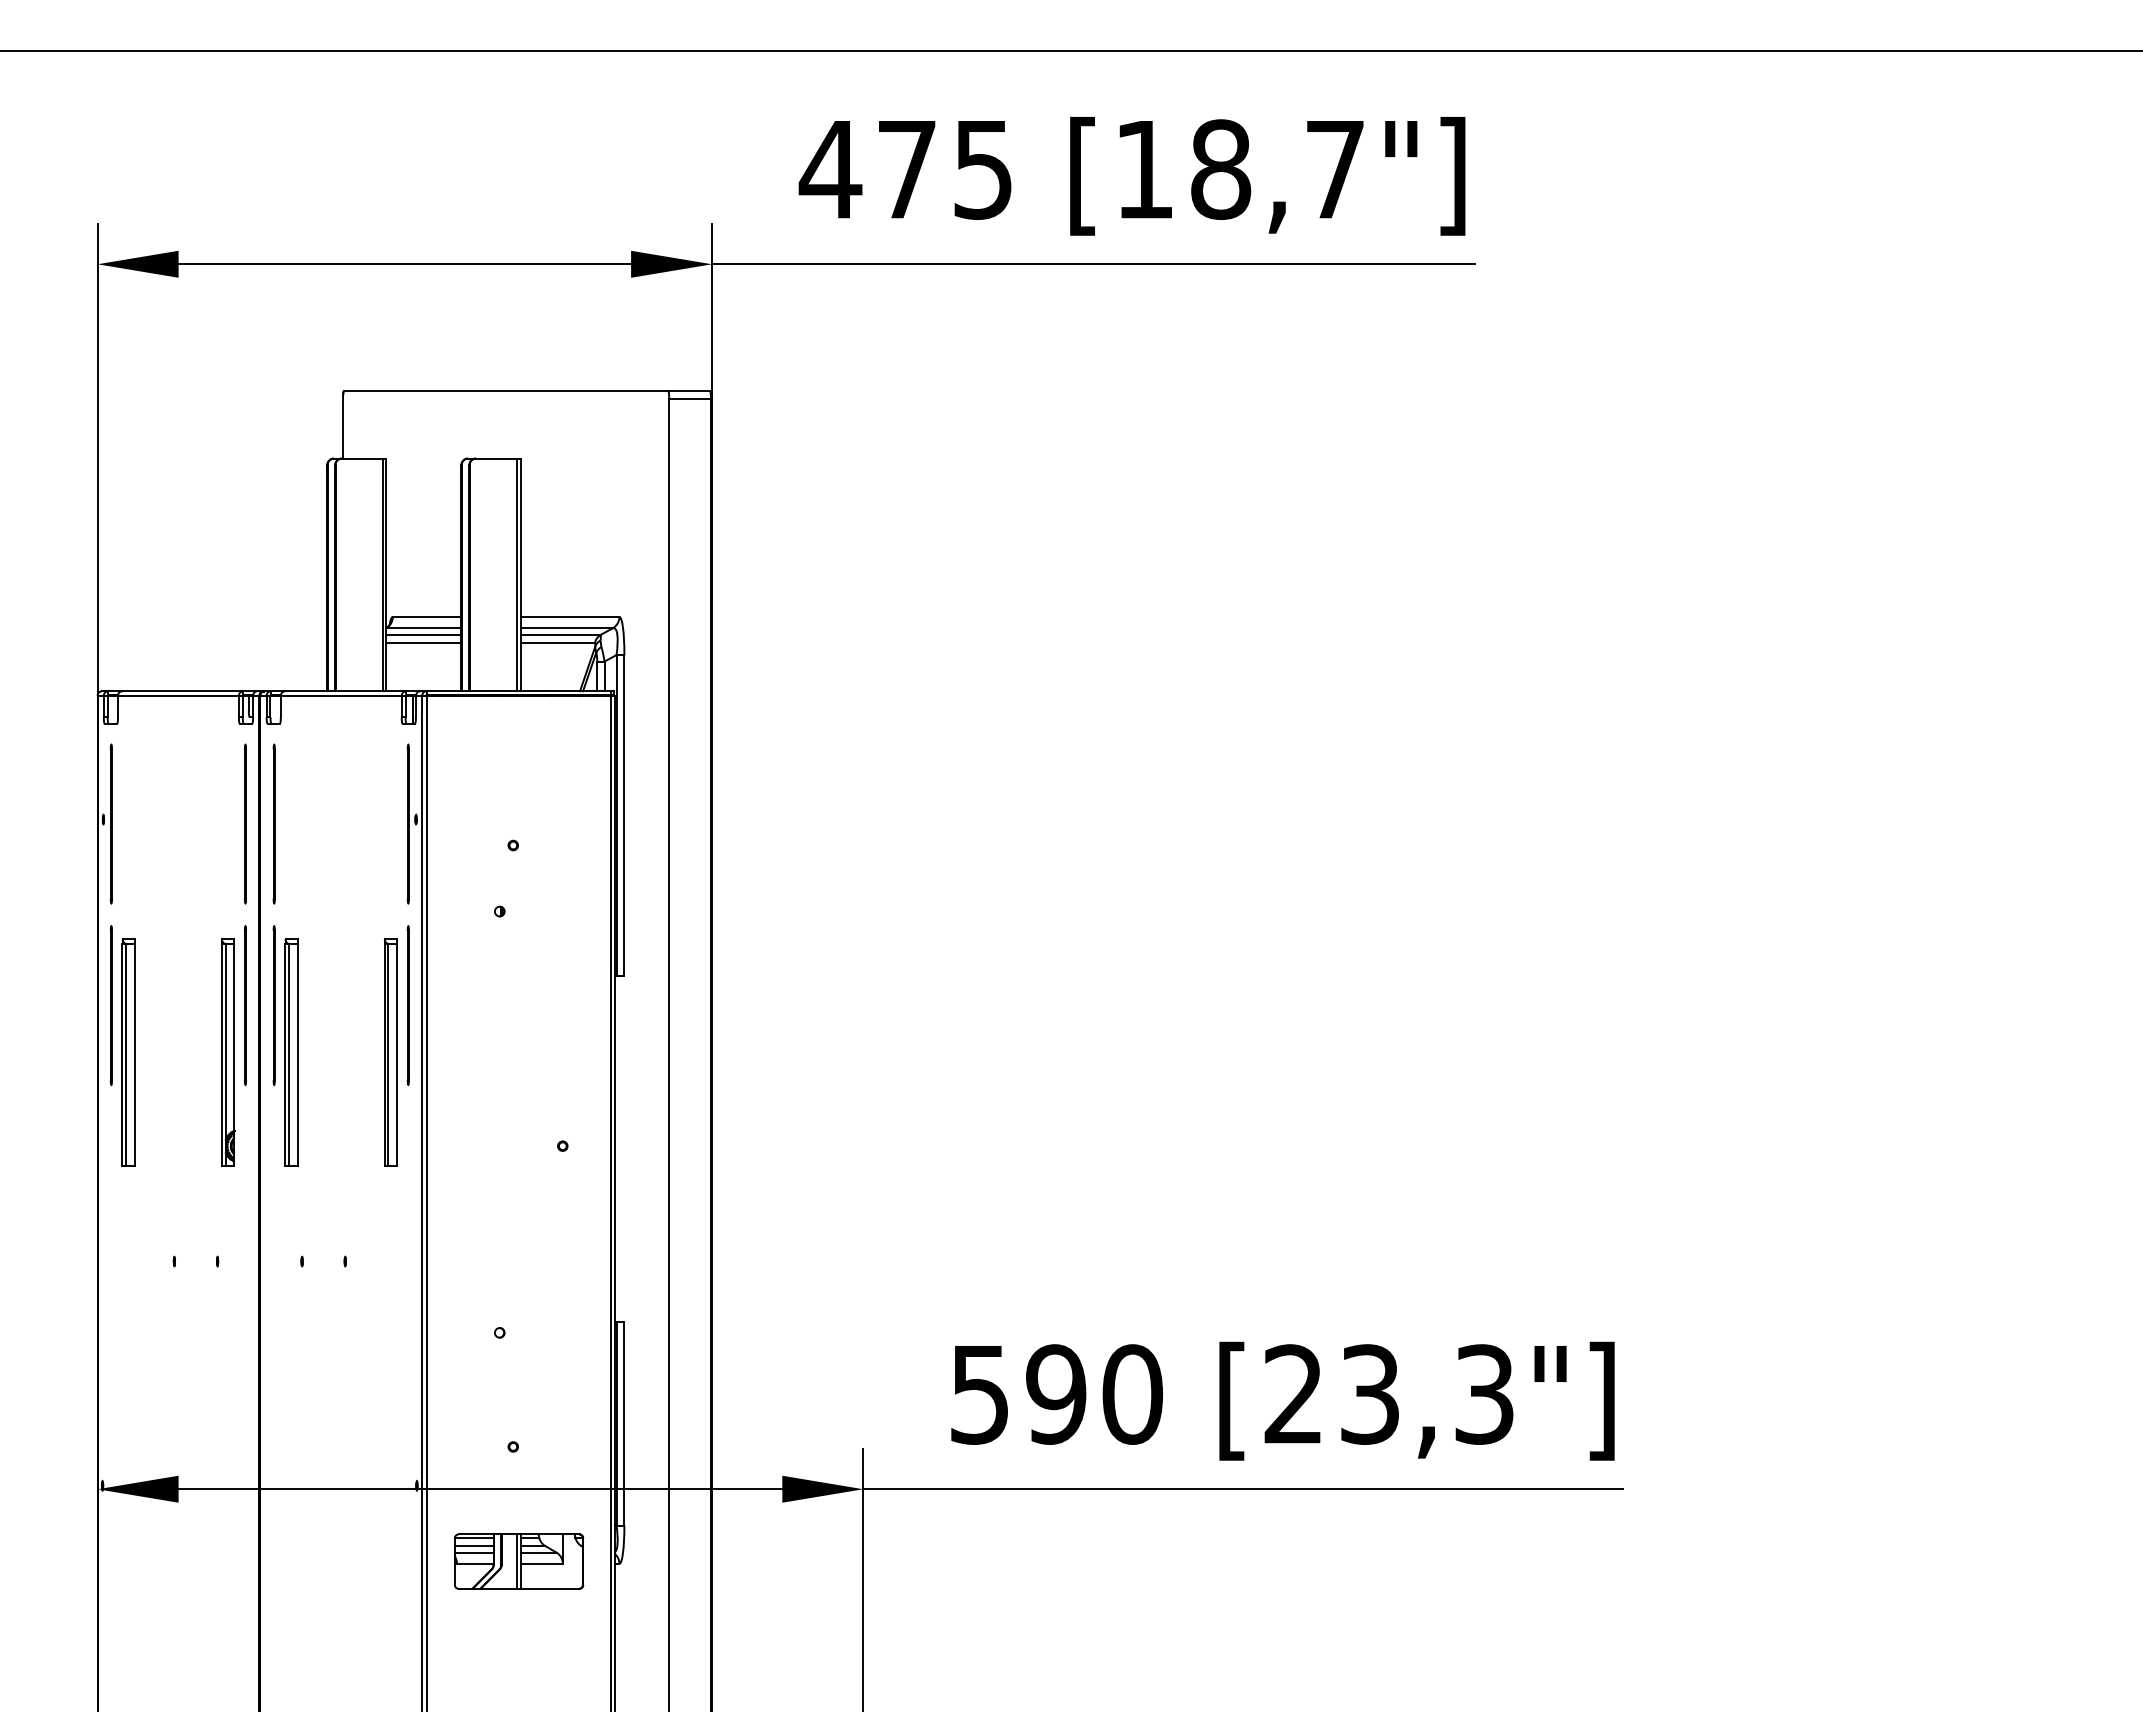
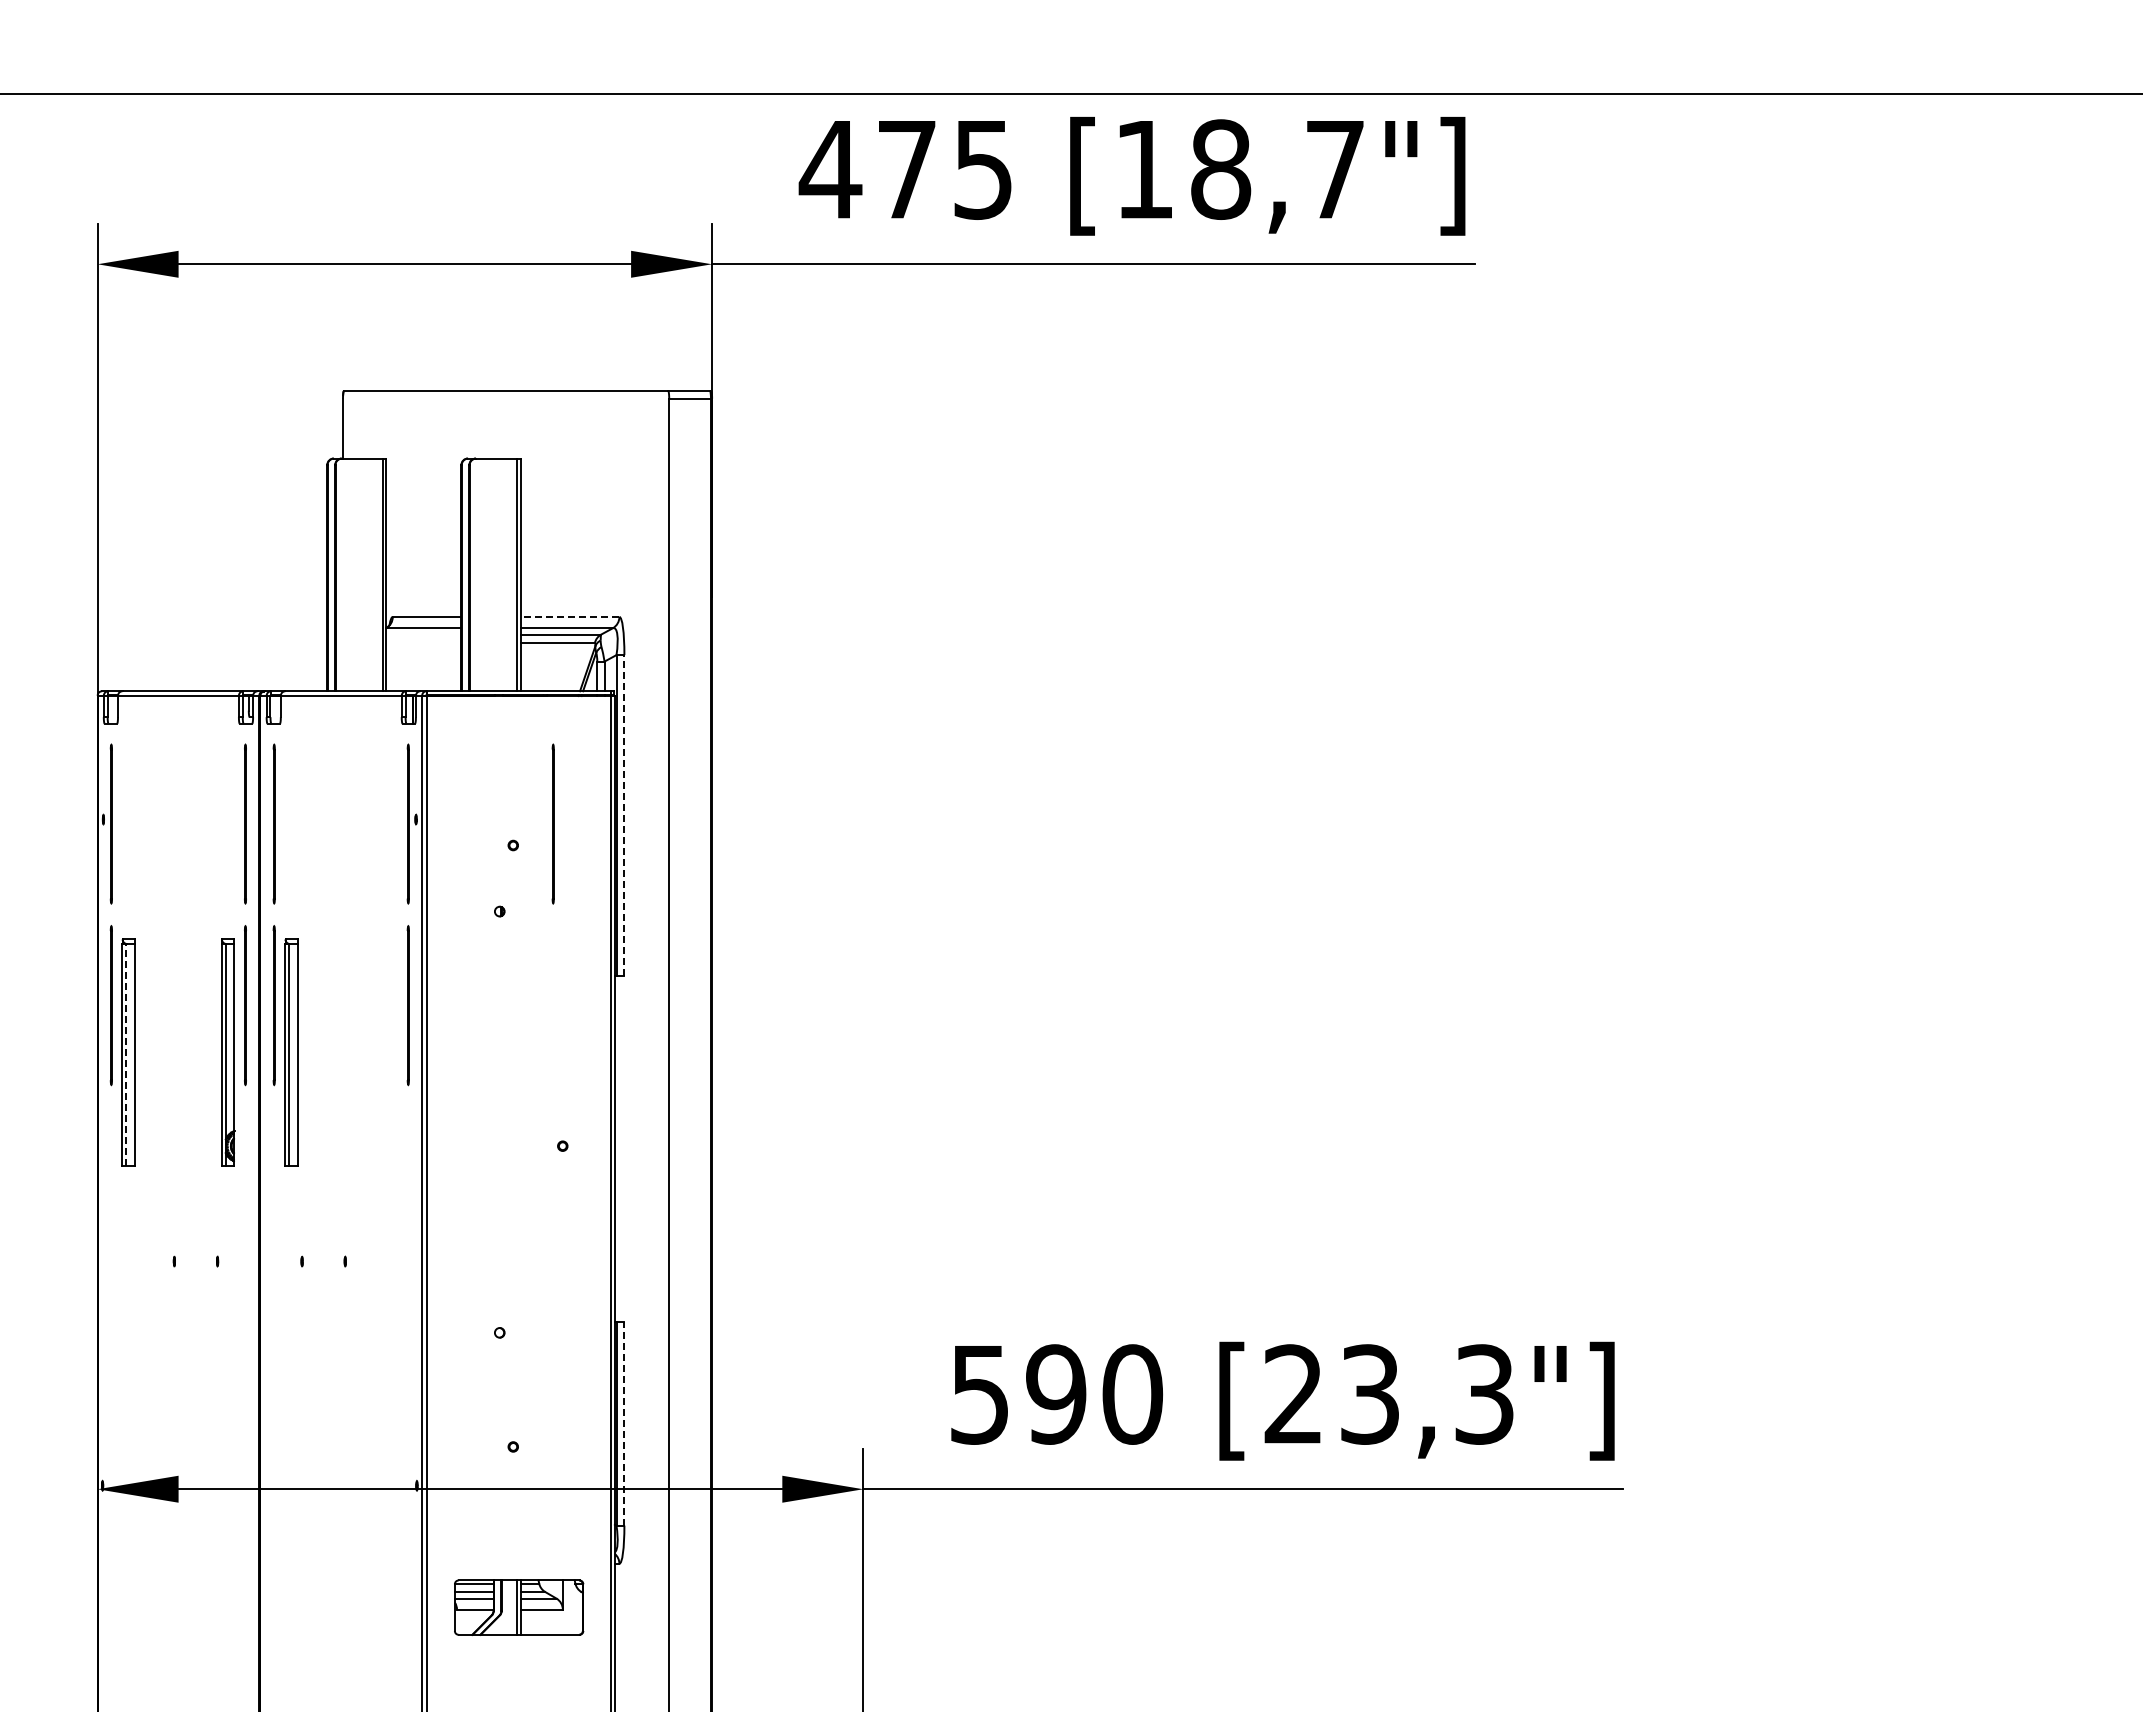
line at (1070, 51) position: (1070, 51) -> (1070, 94)
line at (569, 616): solid -> dashed
line at (423, 634): present -> none
line at (423, 643): present -> none
line at (624, 815): solid -> dashed
line at (552, 823): none -> present
part at (390, 1052): present -> none
line at (126, 1054): solid -> dashed
line at (624, 1423): solid -> dashed
part at (519, 1561) position: (519, 1561) -> (519, 1607)
